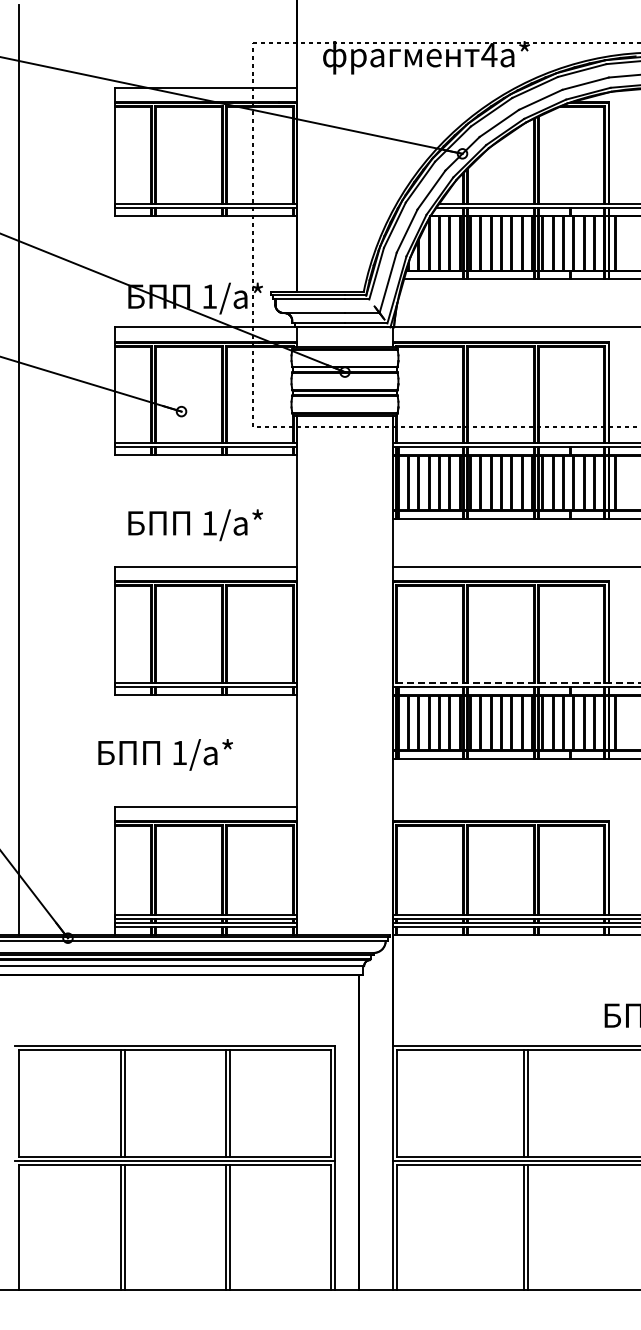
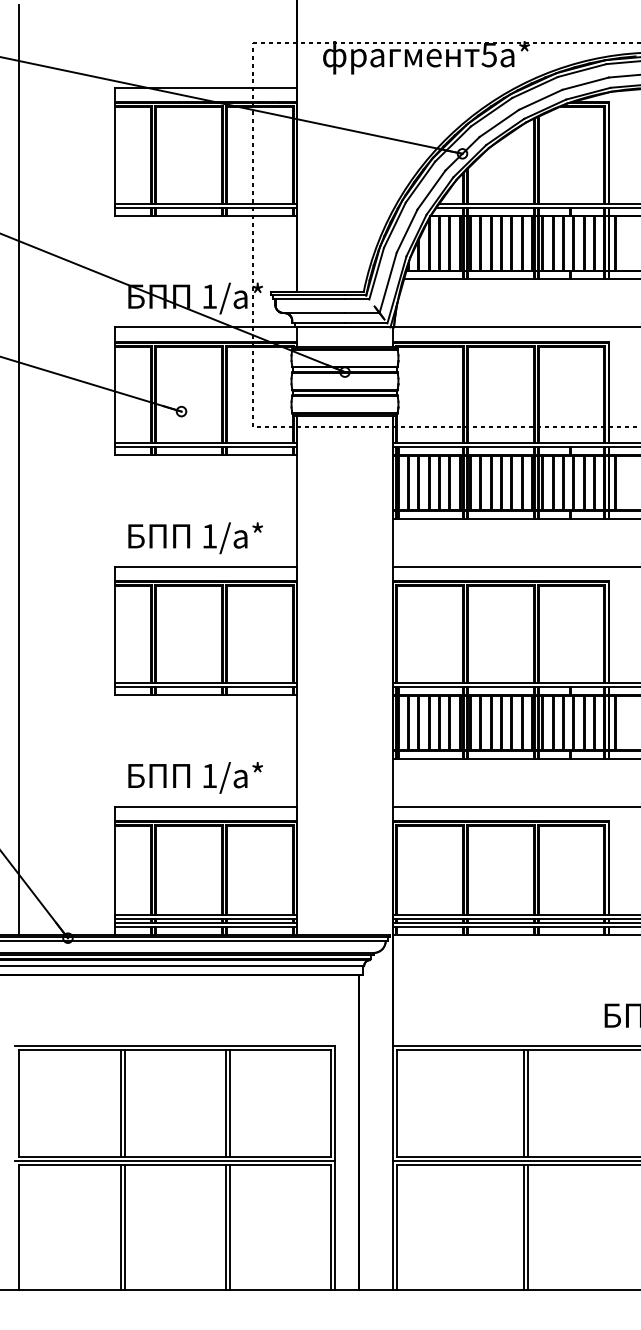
text at (489, 55): 4 -> 5
text at (195, 525) position: (195, 525) -> (195, 538)
line at (516, 682): dashed -> solid
text at (165, 754) position: (165, 754) -> (195, 777)
line at (514, 806): none -> present
